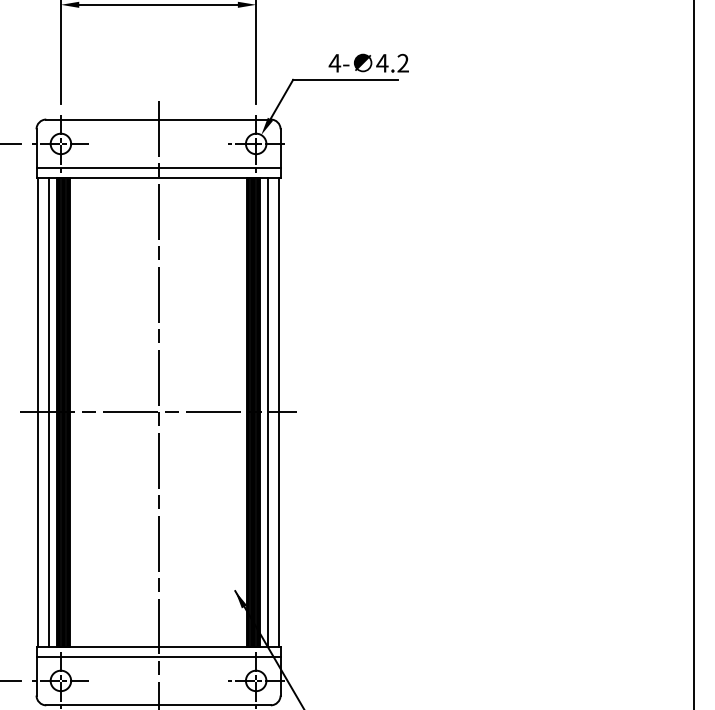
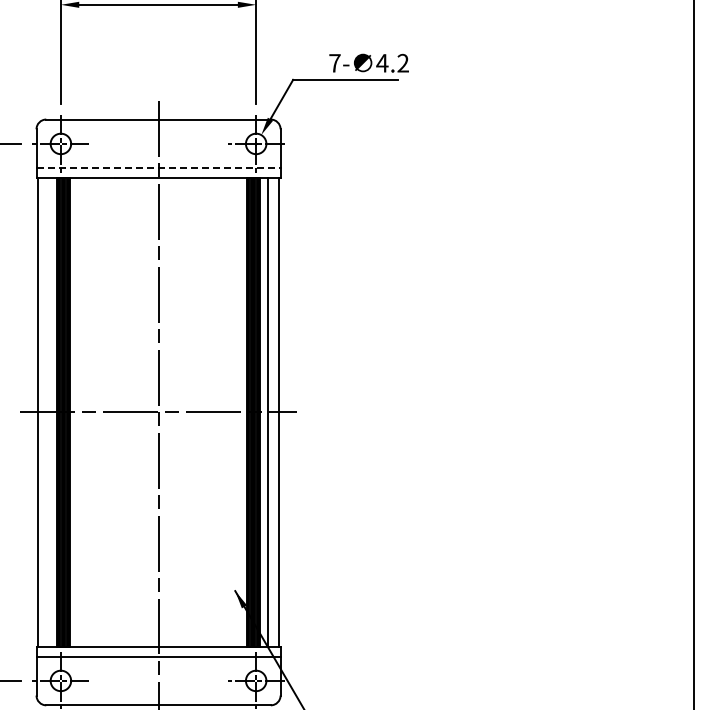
text at (334, 63): 4- -> 7-
line at (159, 168): solid -> dashed
line at (48, 412): present -> none
